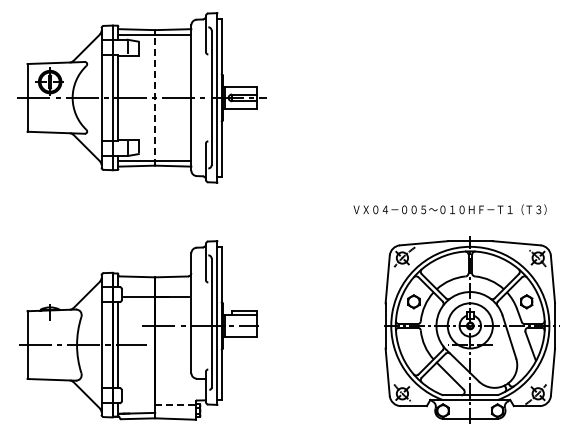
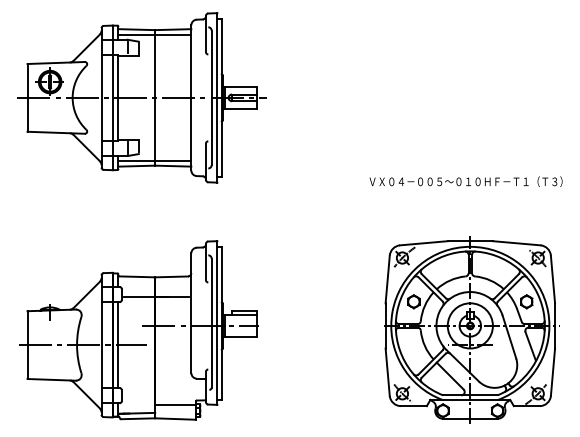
line at (155, 97): dashed -> solid
text at (449, 209) position: (449, 209) -> (465, 181)
line at (176, 404): dashed -> solid
